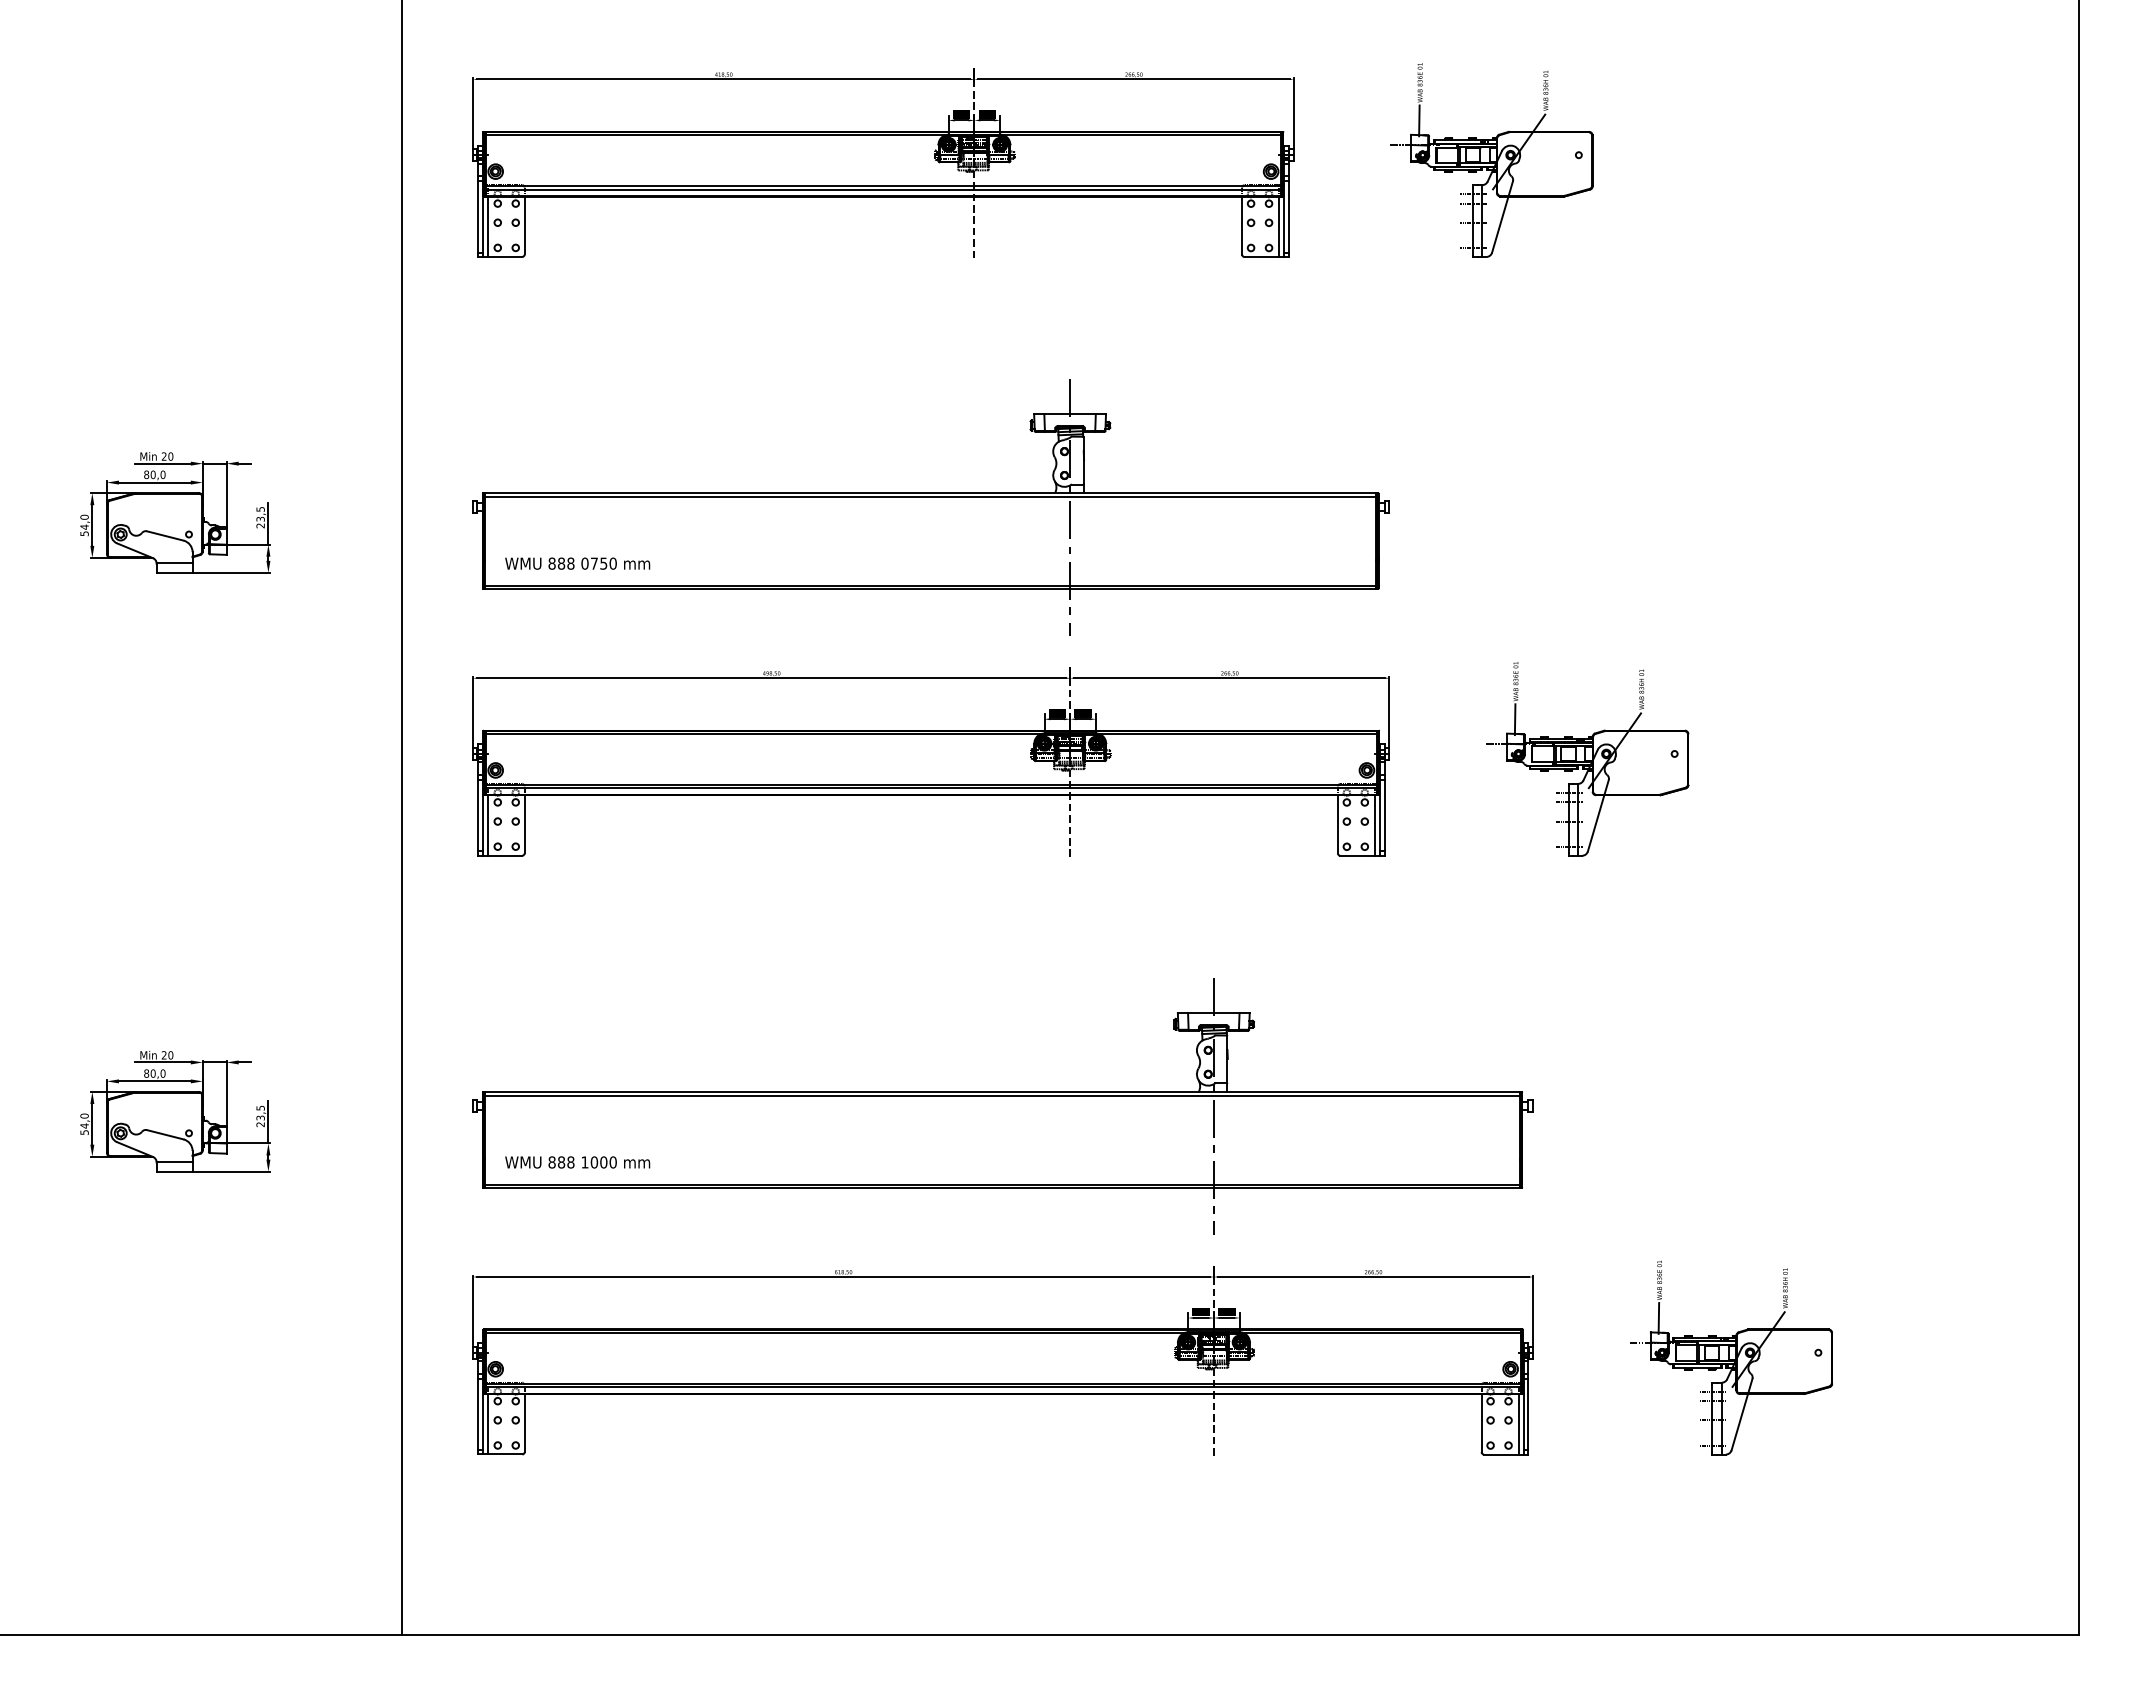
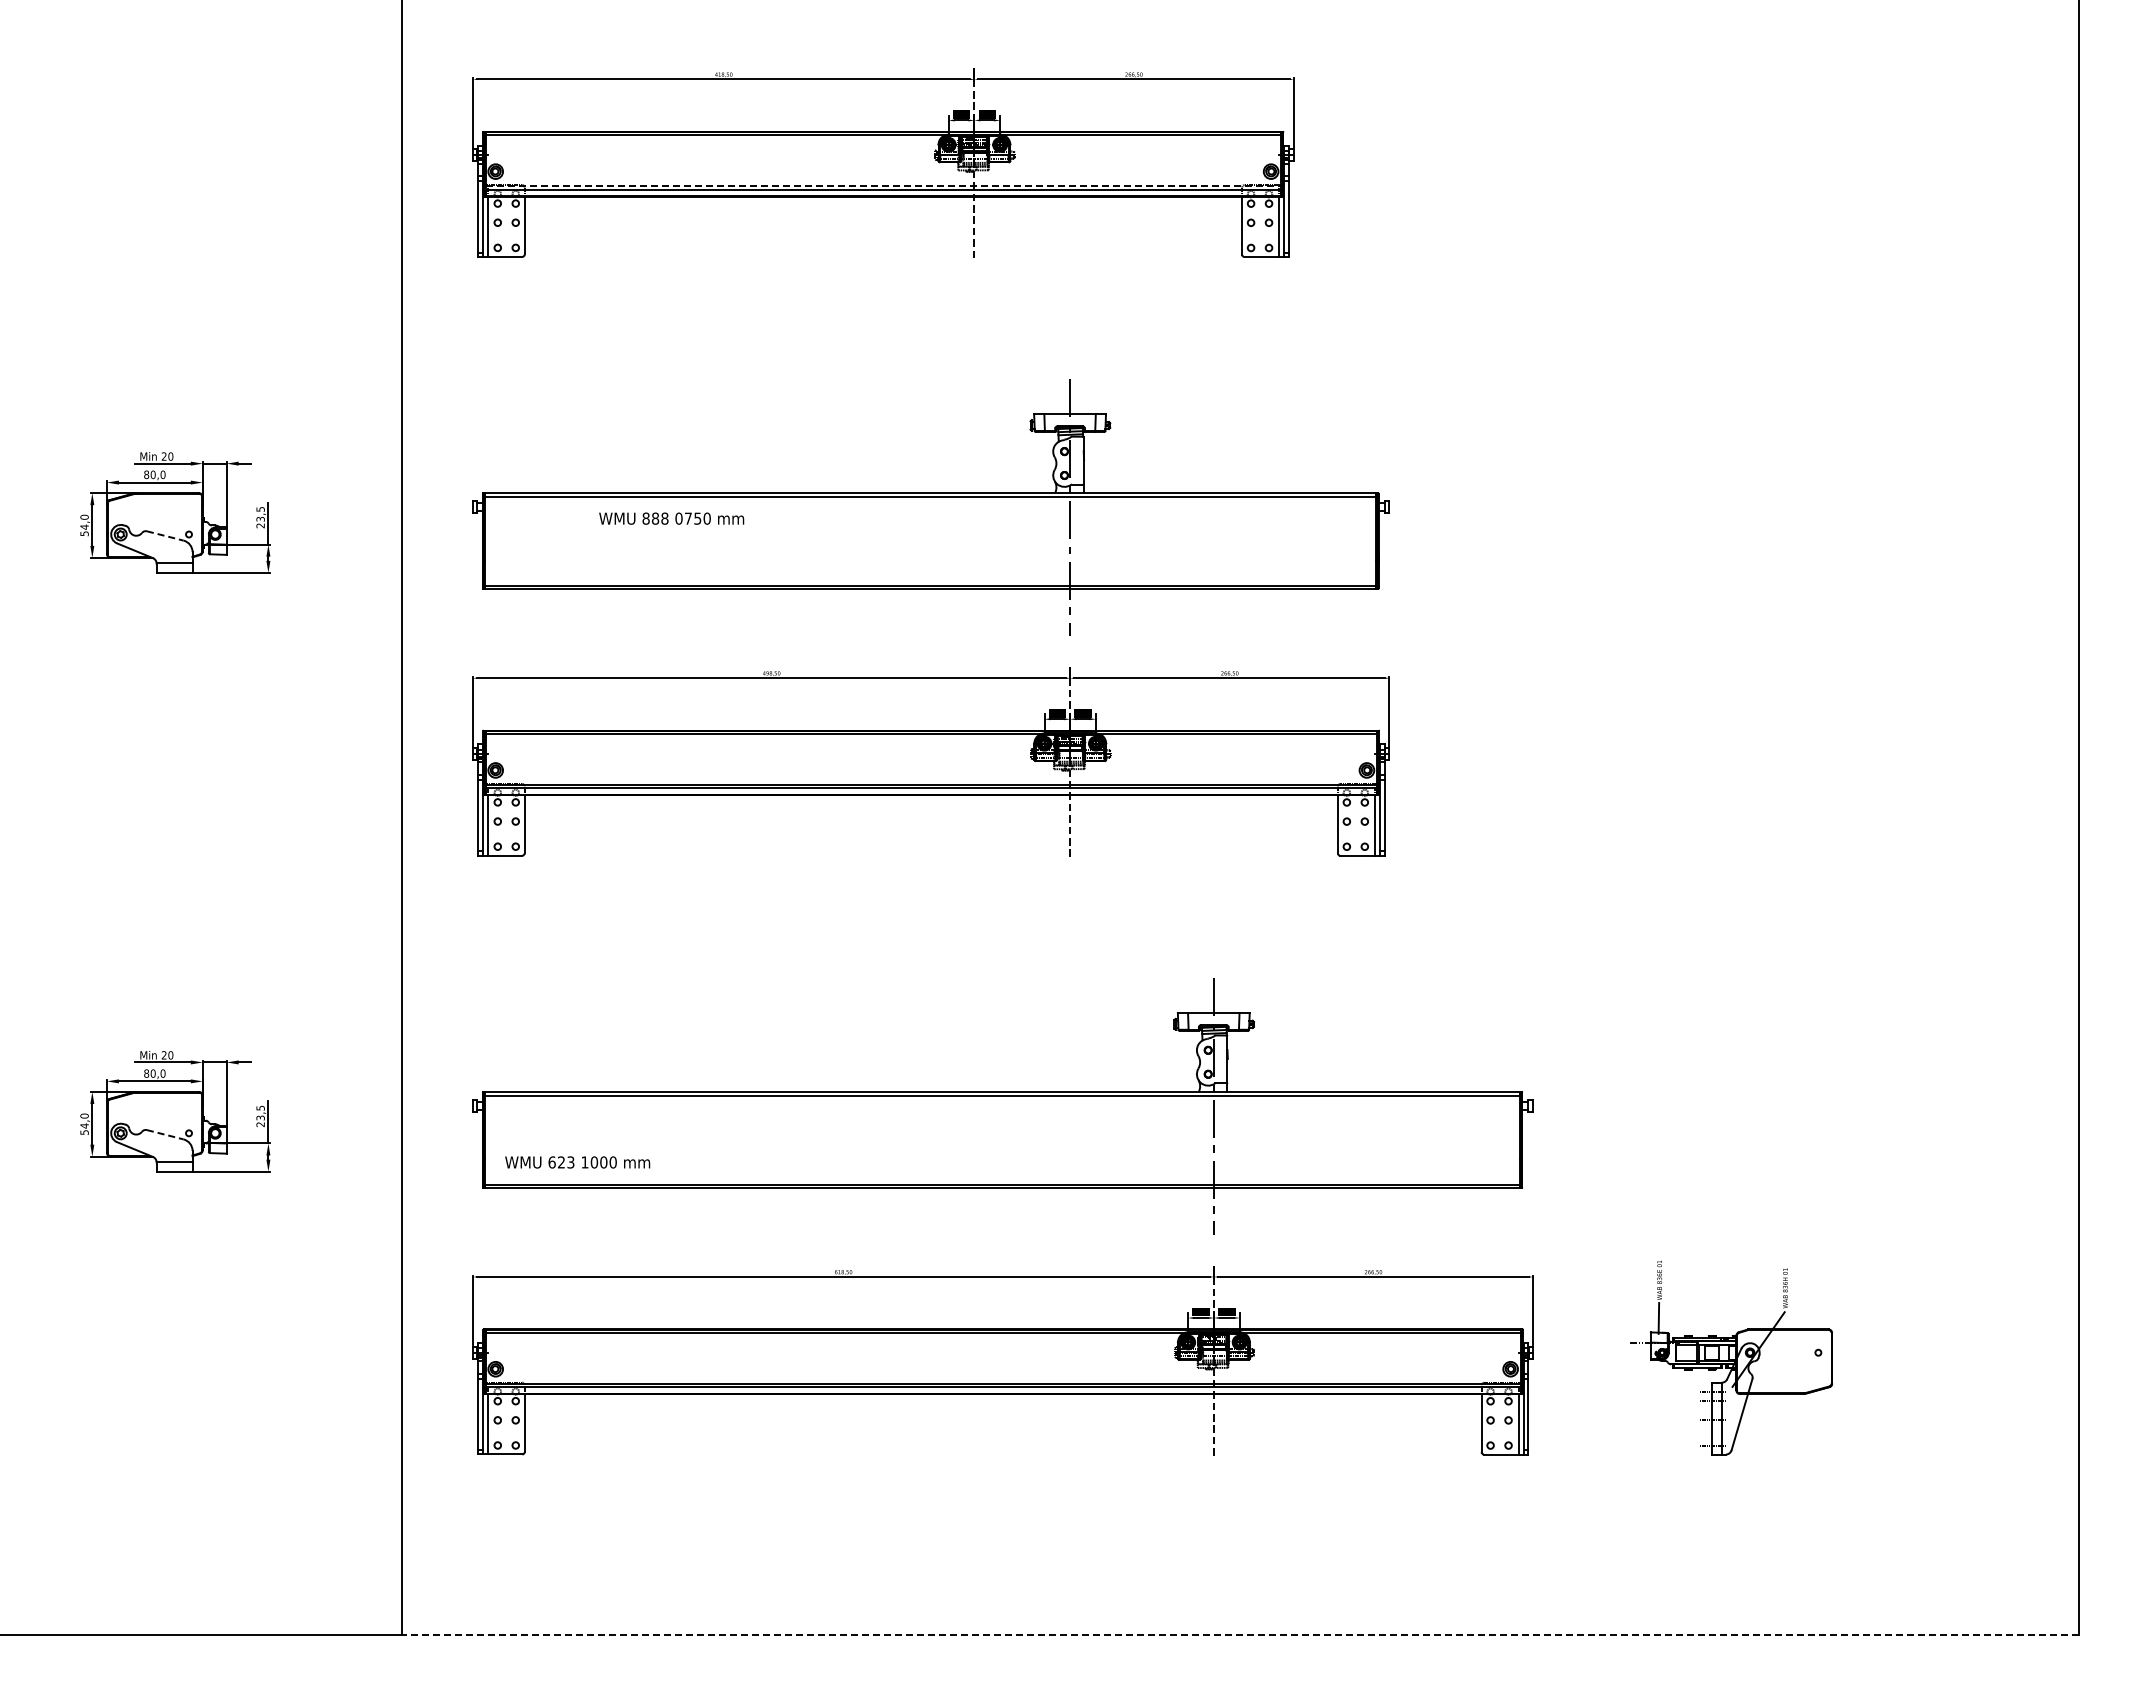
part at (1491, 160): present -> none
line at (883, 185): solid -> dashed
line at (165, 535): solid -> dashed
text at (577, 563) position: (577, 563) -> (671, 518)
part at (1587, 759): present -> none
line at (165, 1134): solid -> dashed
text at (561, 1162): 888 -> 623
line at (1239, 1635): solid -> dashed
